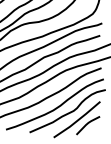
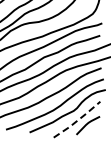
line at (77, 120): solid -> dashed
